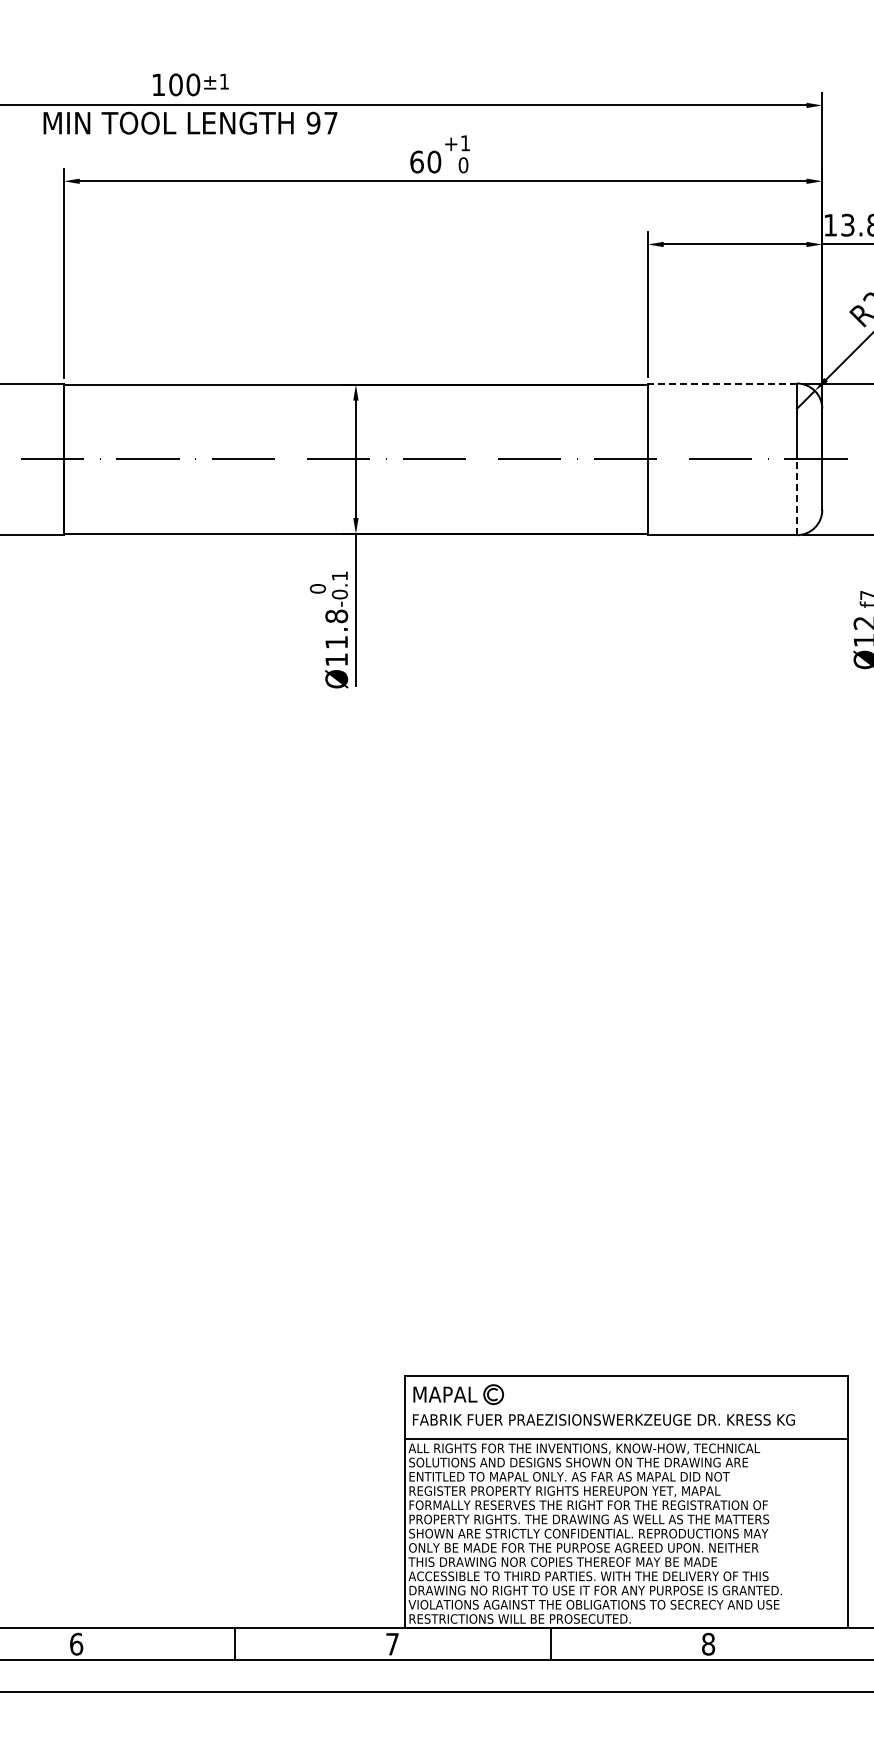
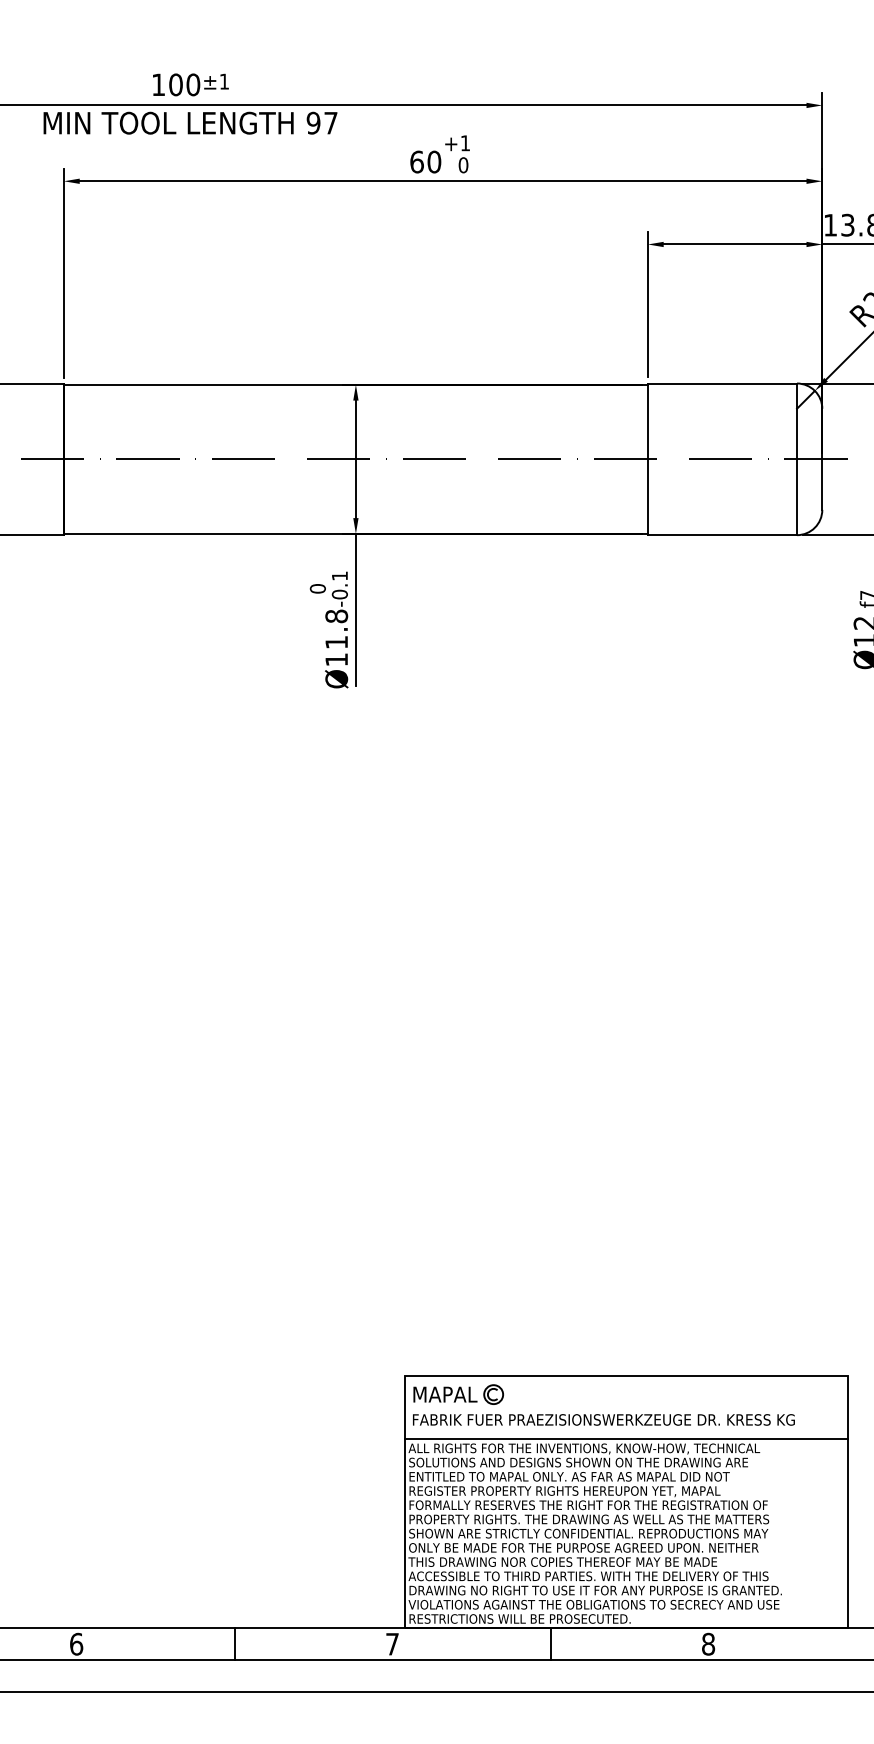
line at (722, 383): dashed -> solid
line at (797, 497): dashed -> solid
